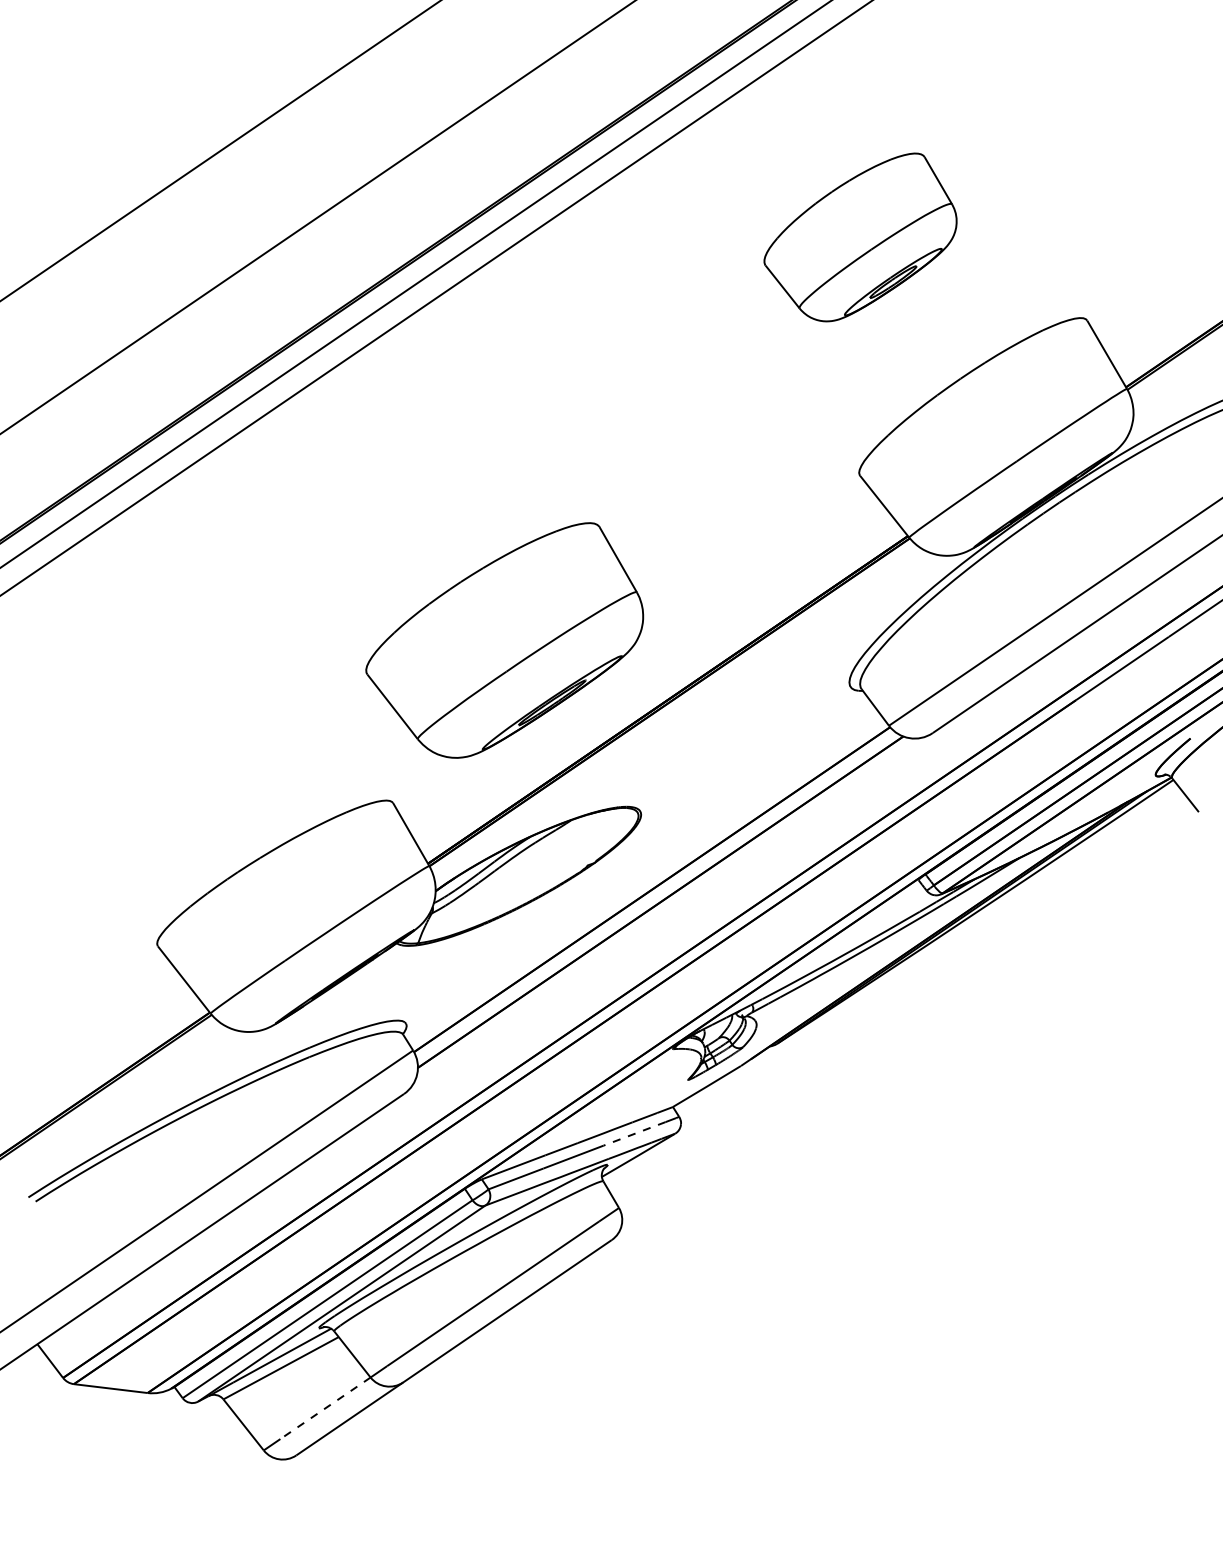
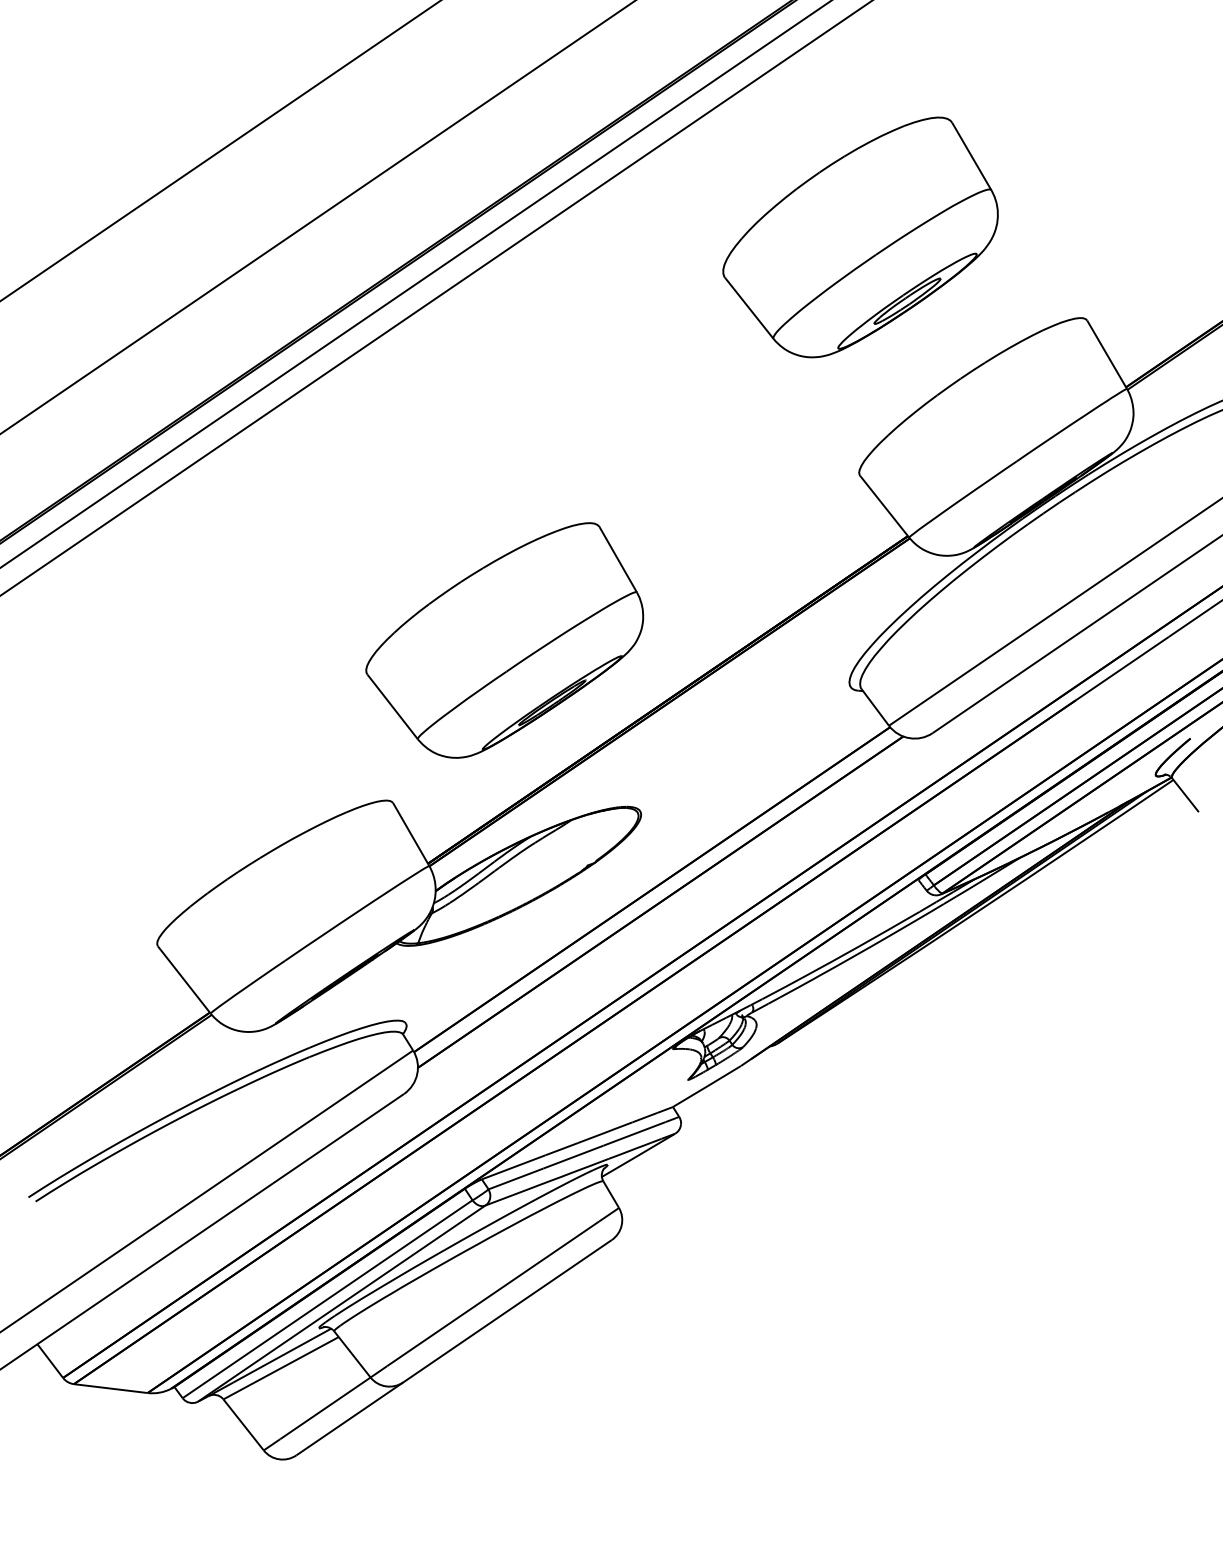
part at (860, 237) size: 195x171 px -> 277x243 px
line at (634, 1134): dashed -> solid
line at (325, 1408): dashed -> solid
